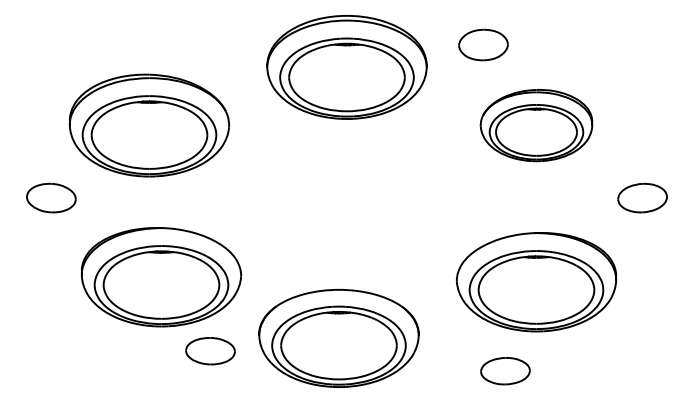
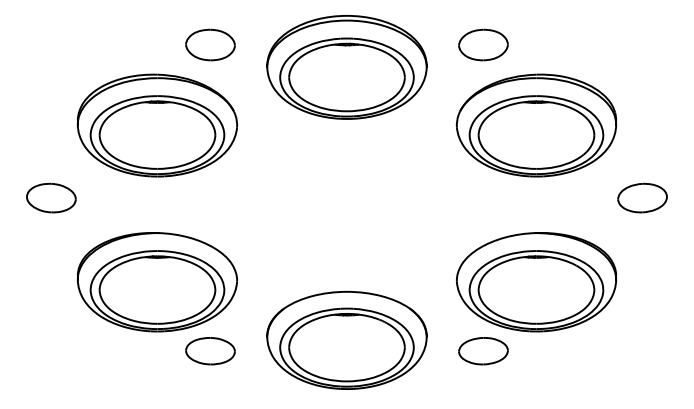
part at (210, 44): none -> present
part at (149, 125) position: (149, 125) -> (157, 125)
part at (536, 125) size: 115x74 px -> 163x105 px
part at (161, 277) position: (161, 277) -> (157, 282)
part at (338, 337) position: (338, 337) -> (346, 339)
part at (505, 371) position: (505, 371) -> (483, 351)
